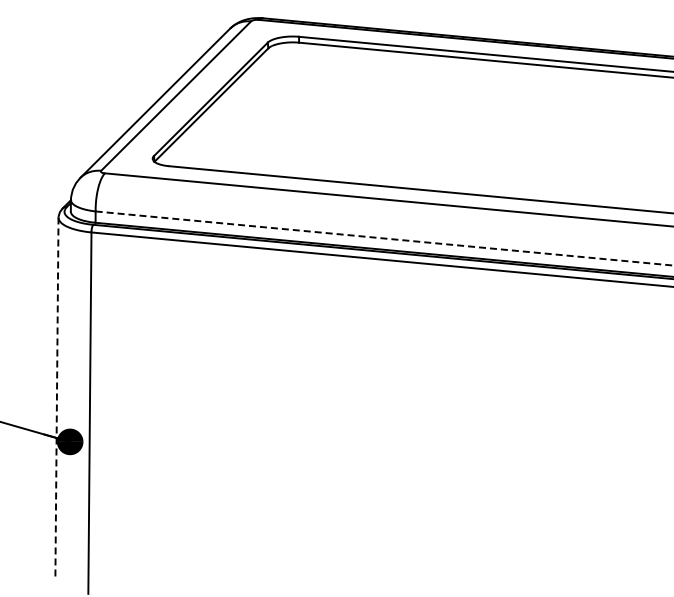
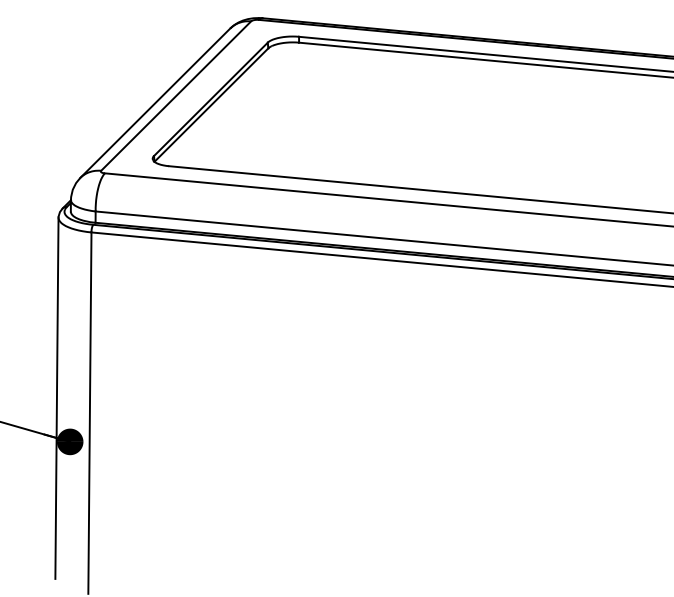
line at (385, 238): dashed -> solid
line at (56, 398): dashed -> solid
